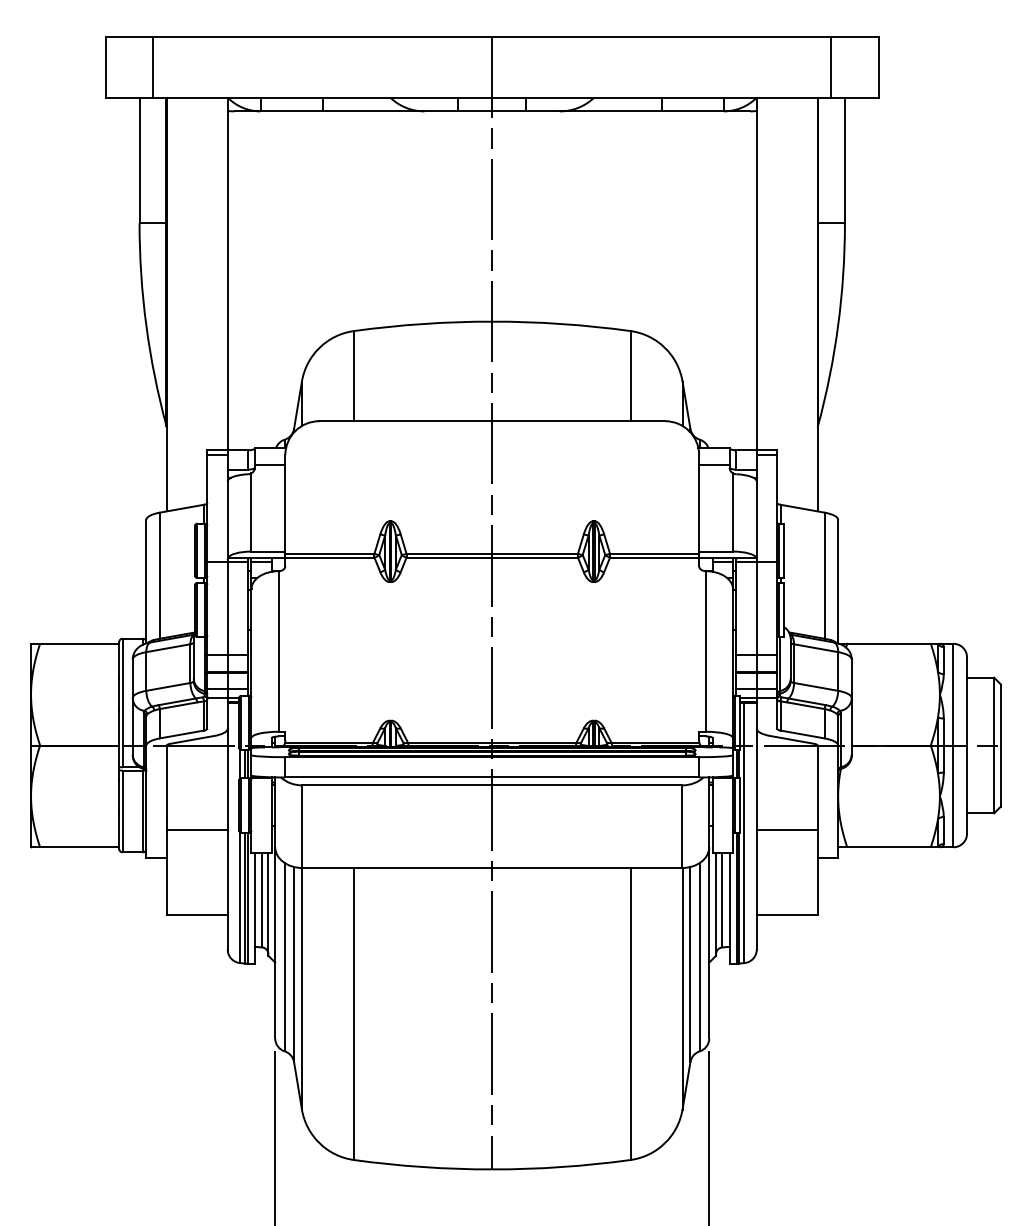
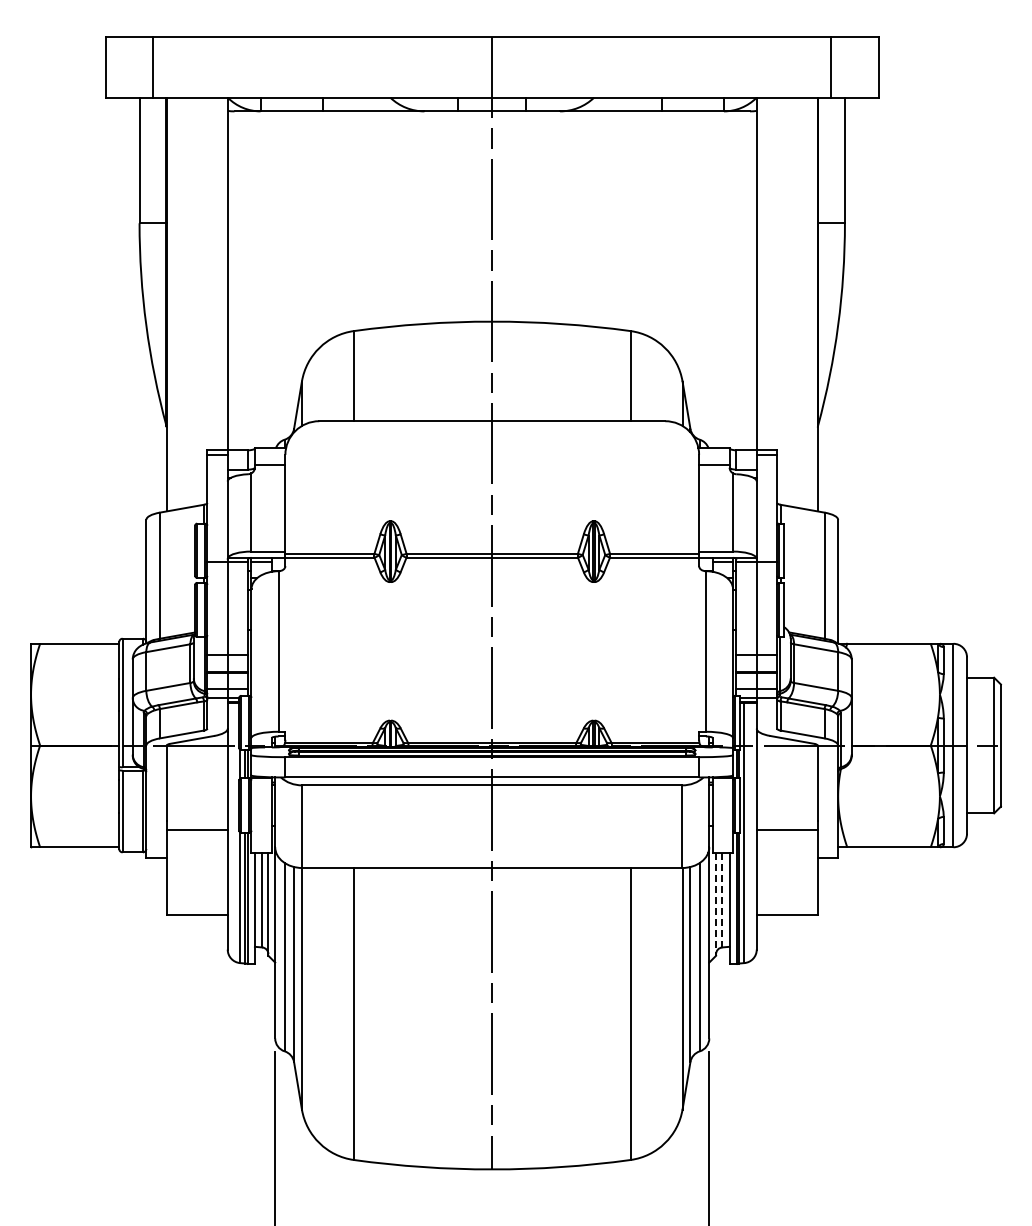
line at (722, 900): solid -> dashed
line at (716, 904): solid -> dashed
